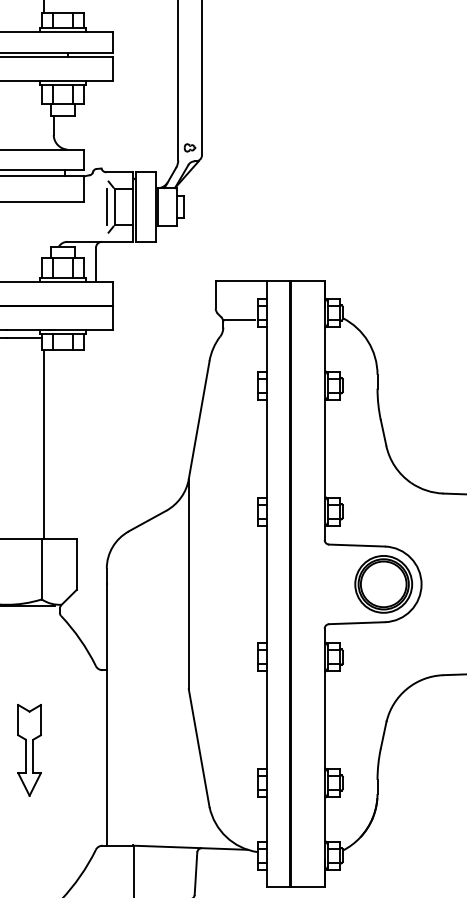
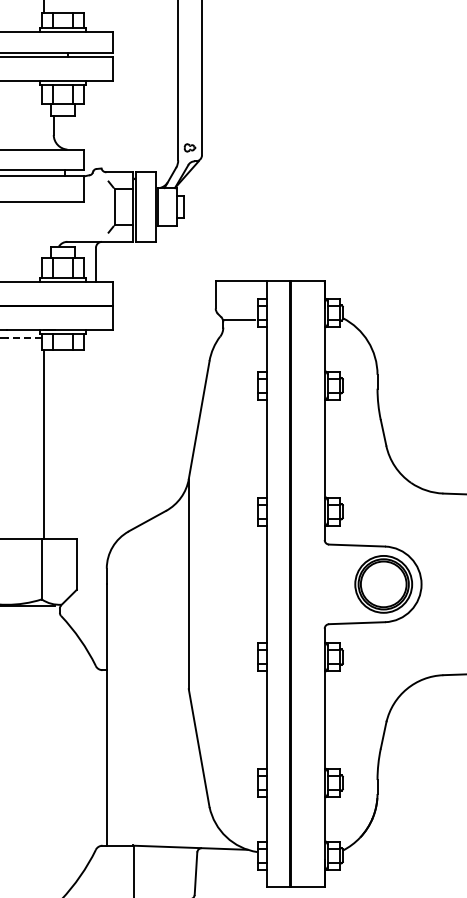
line at (106, 206): present -> none
line at (24, 338): solid -> dashed
part at (29, 750): present -> none
